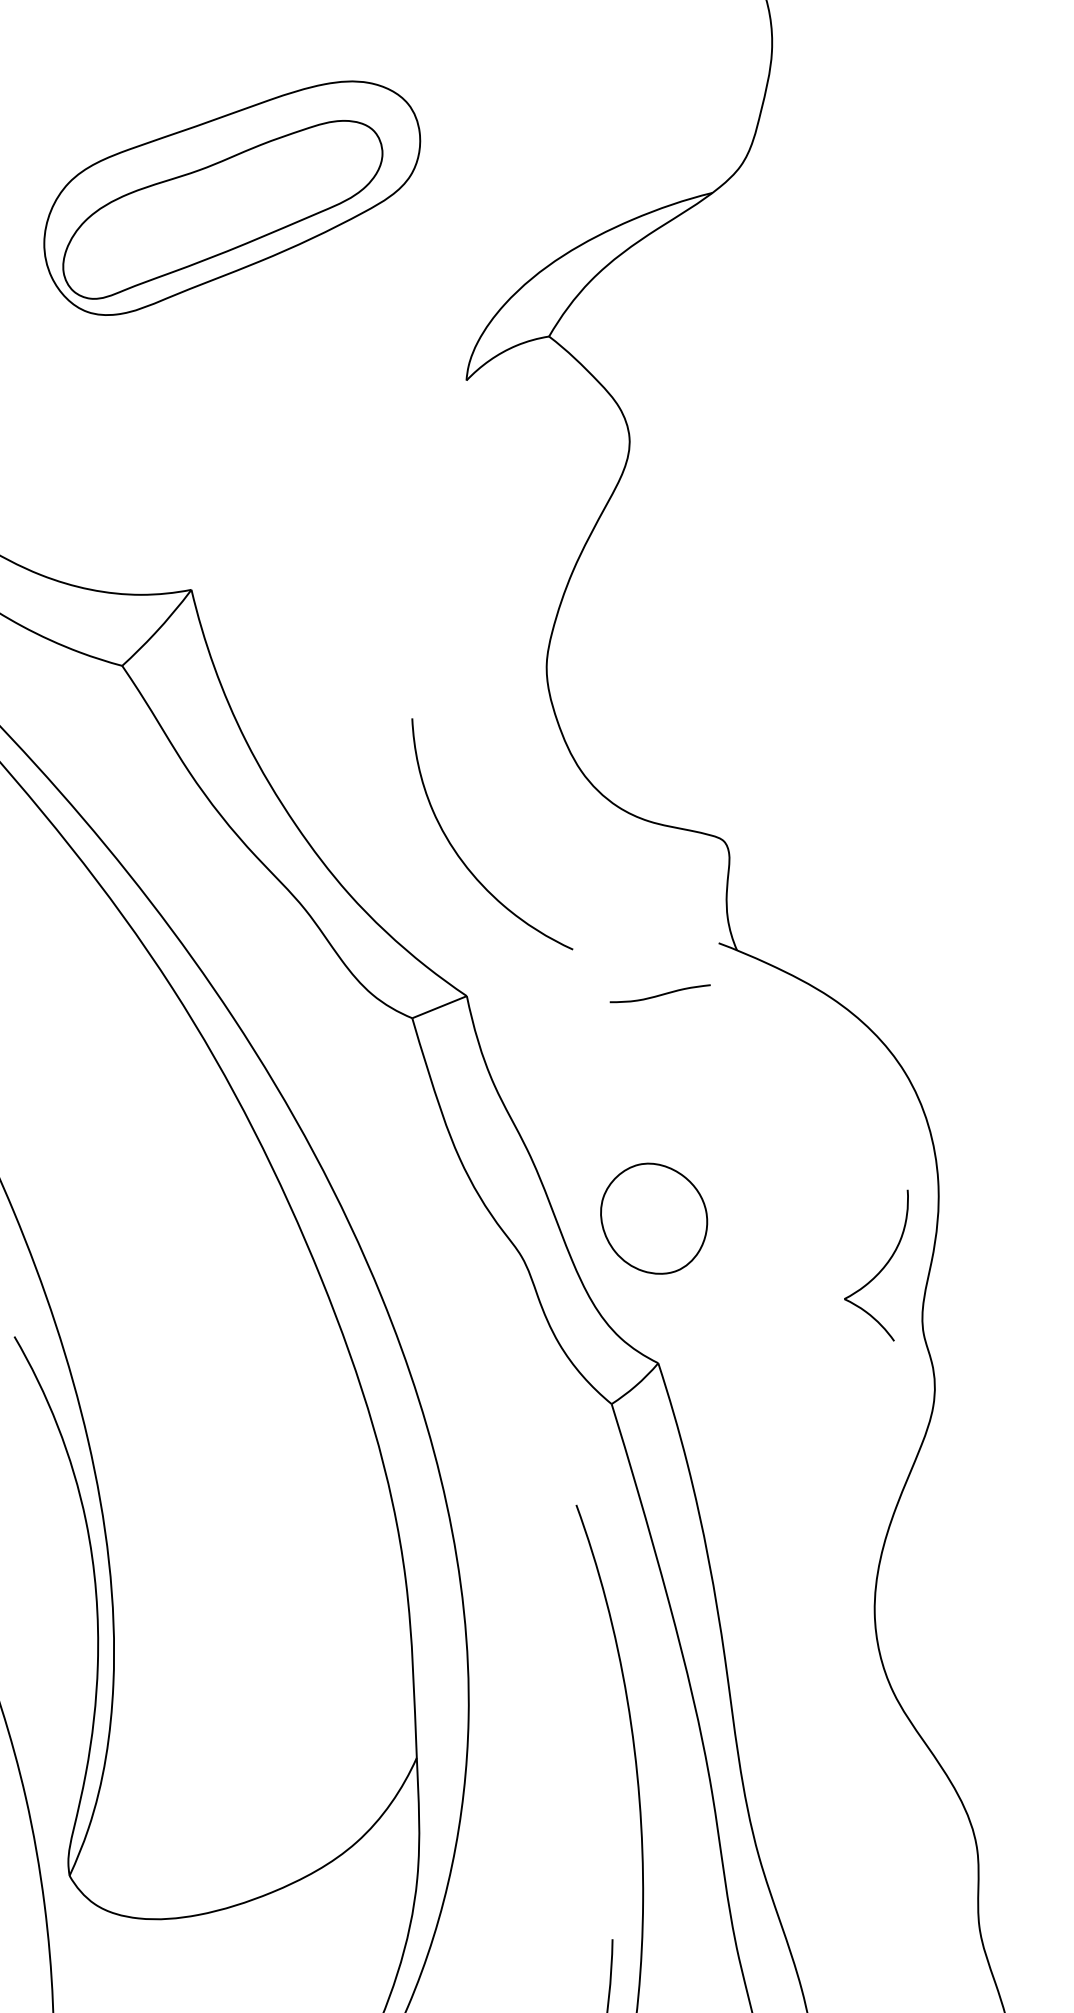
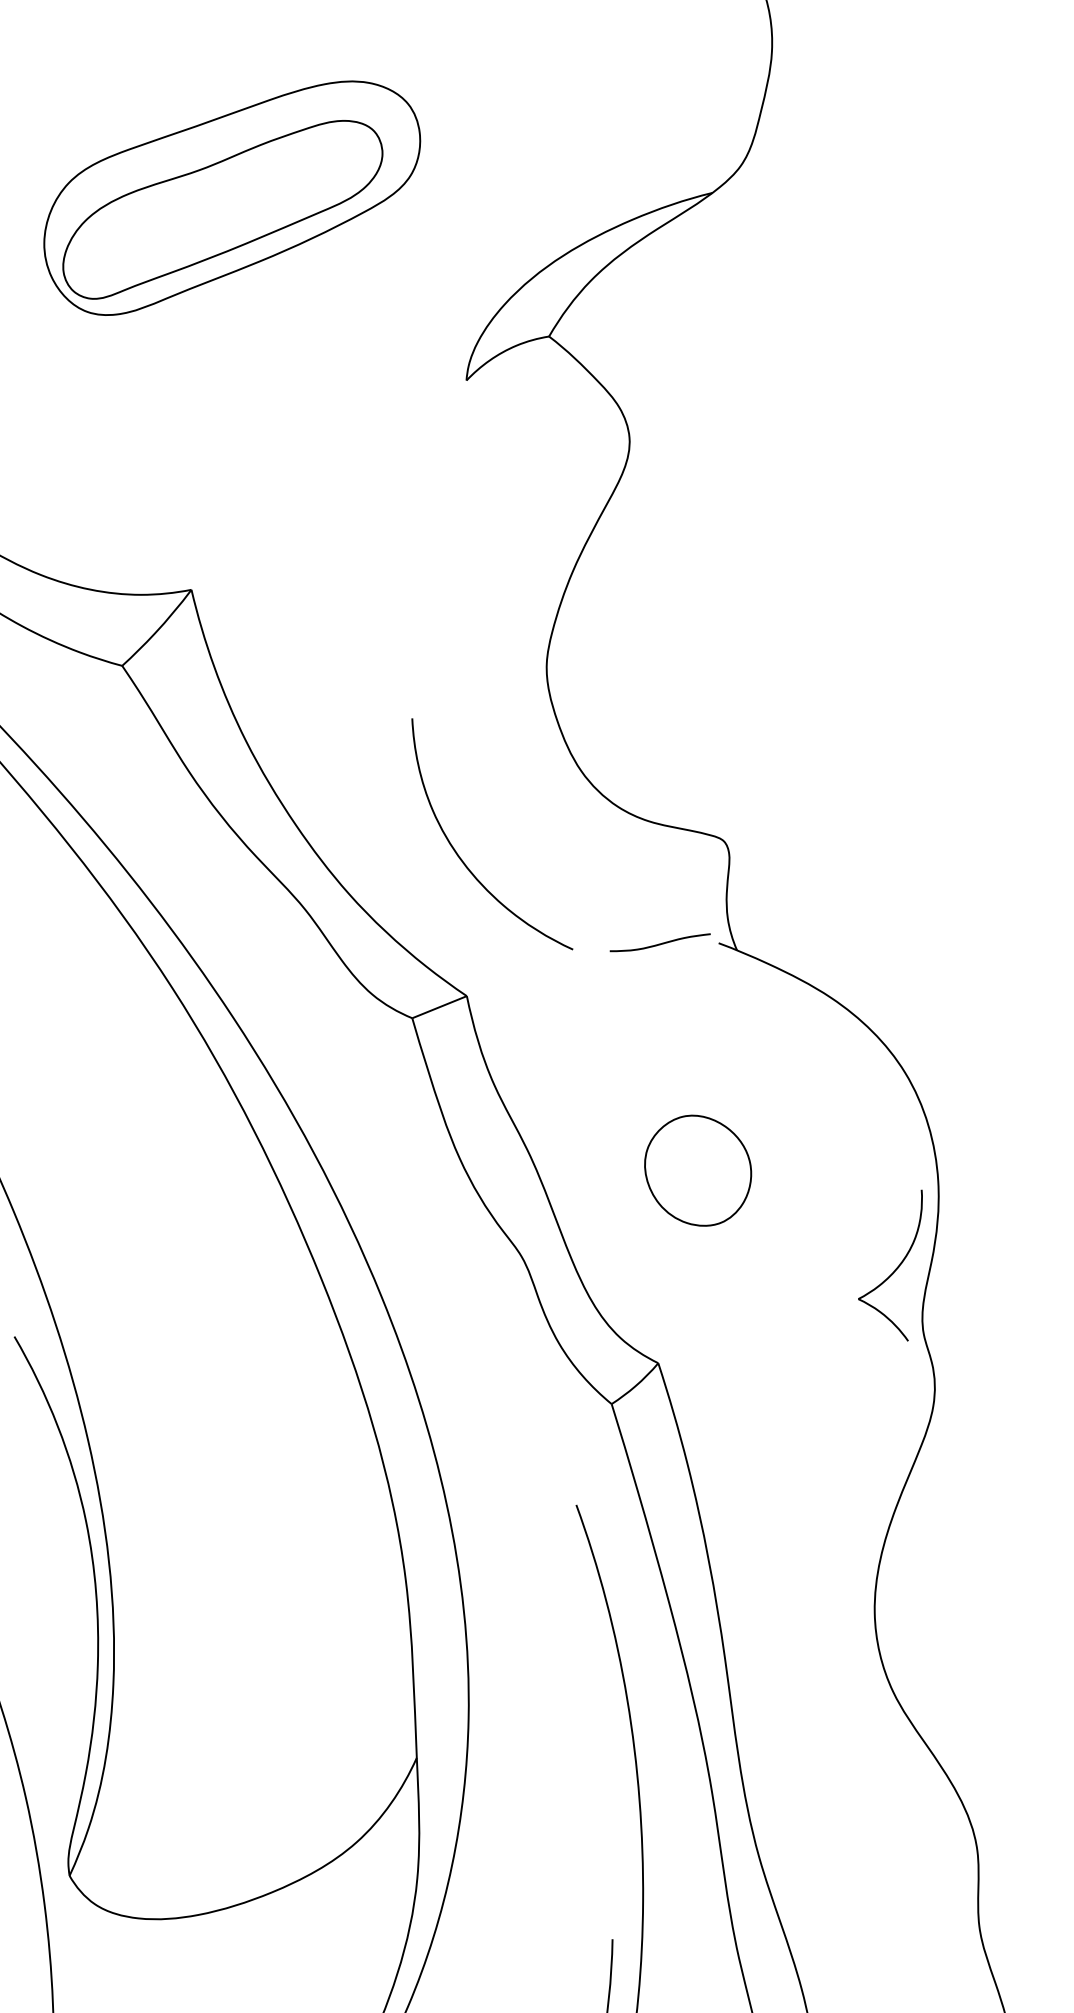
curve at (659, 994) position: (659, 994) -> (659, 943)
part at (654, 1218) position: (654, 1218) -> (698, 1170)
part at (876, 1265) position: (876, 1265) -> (890, 1265)
